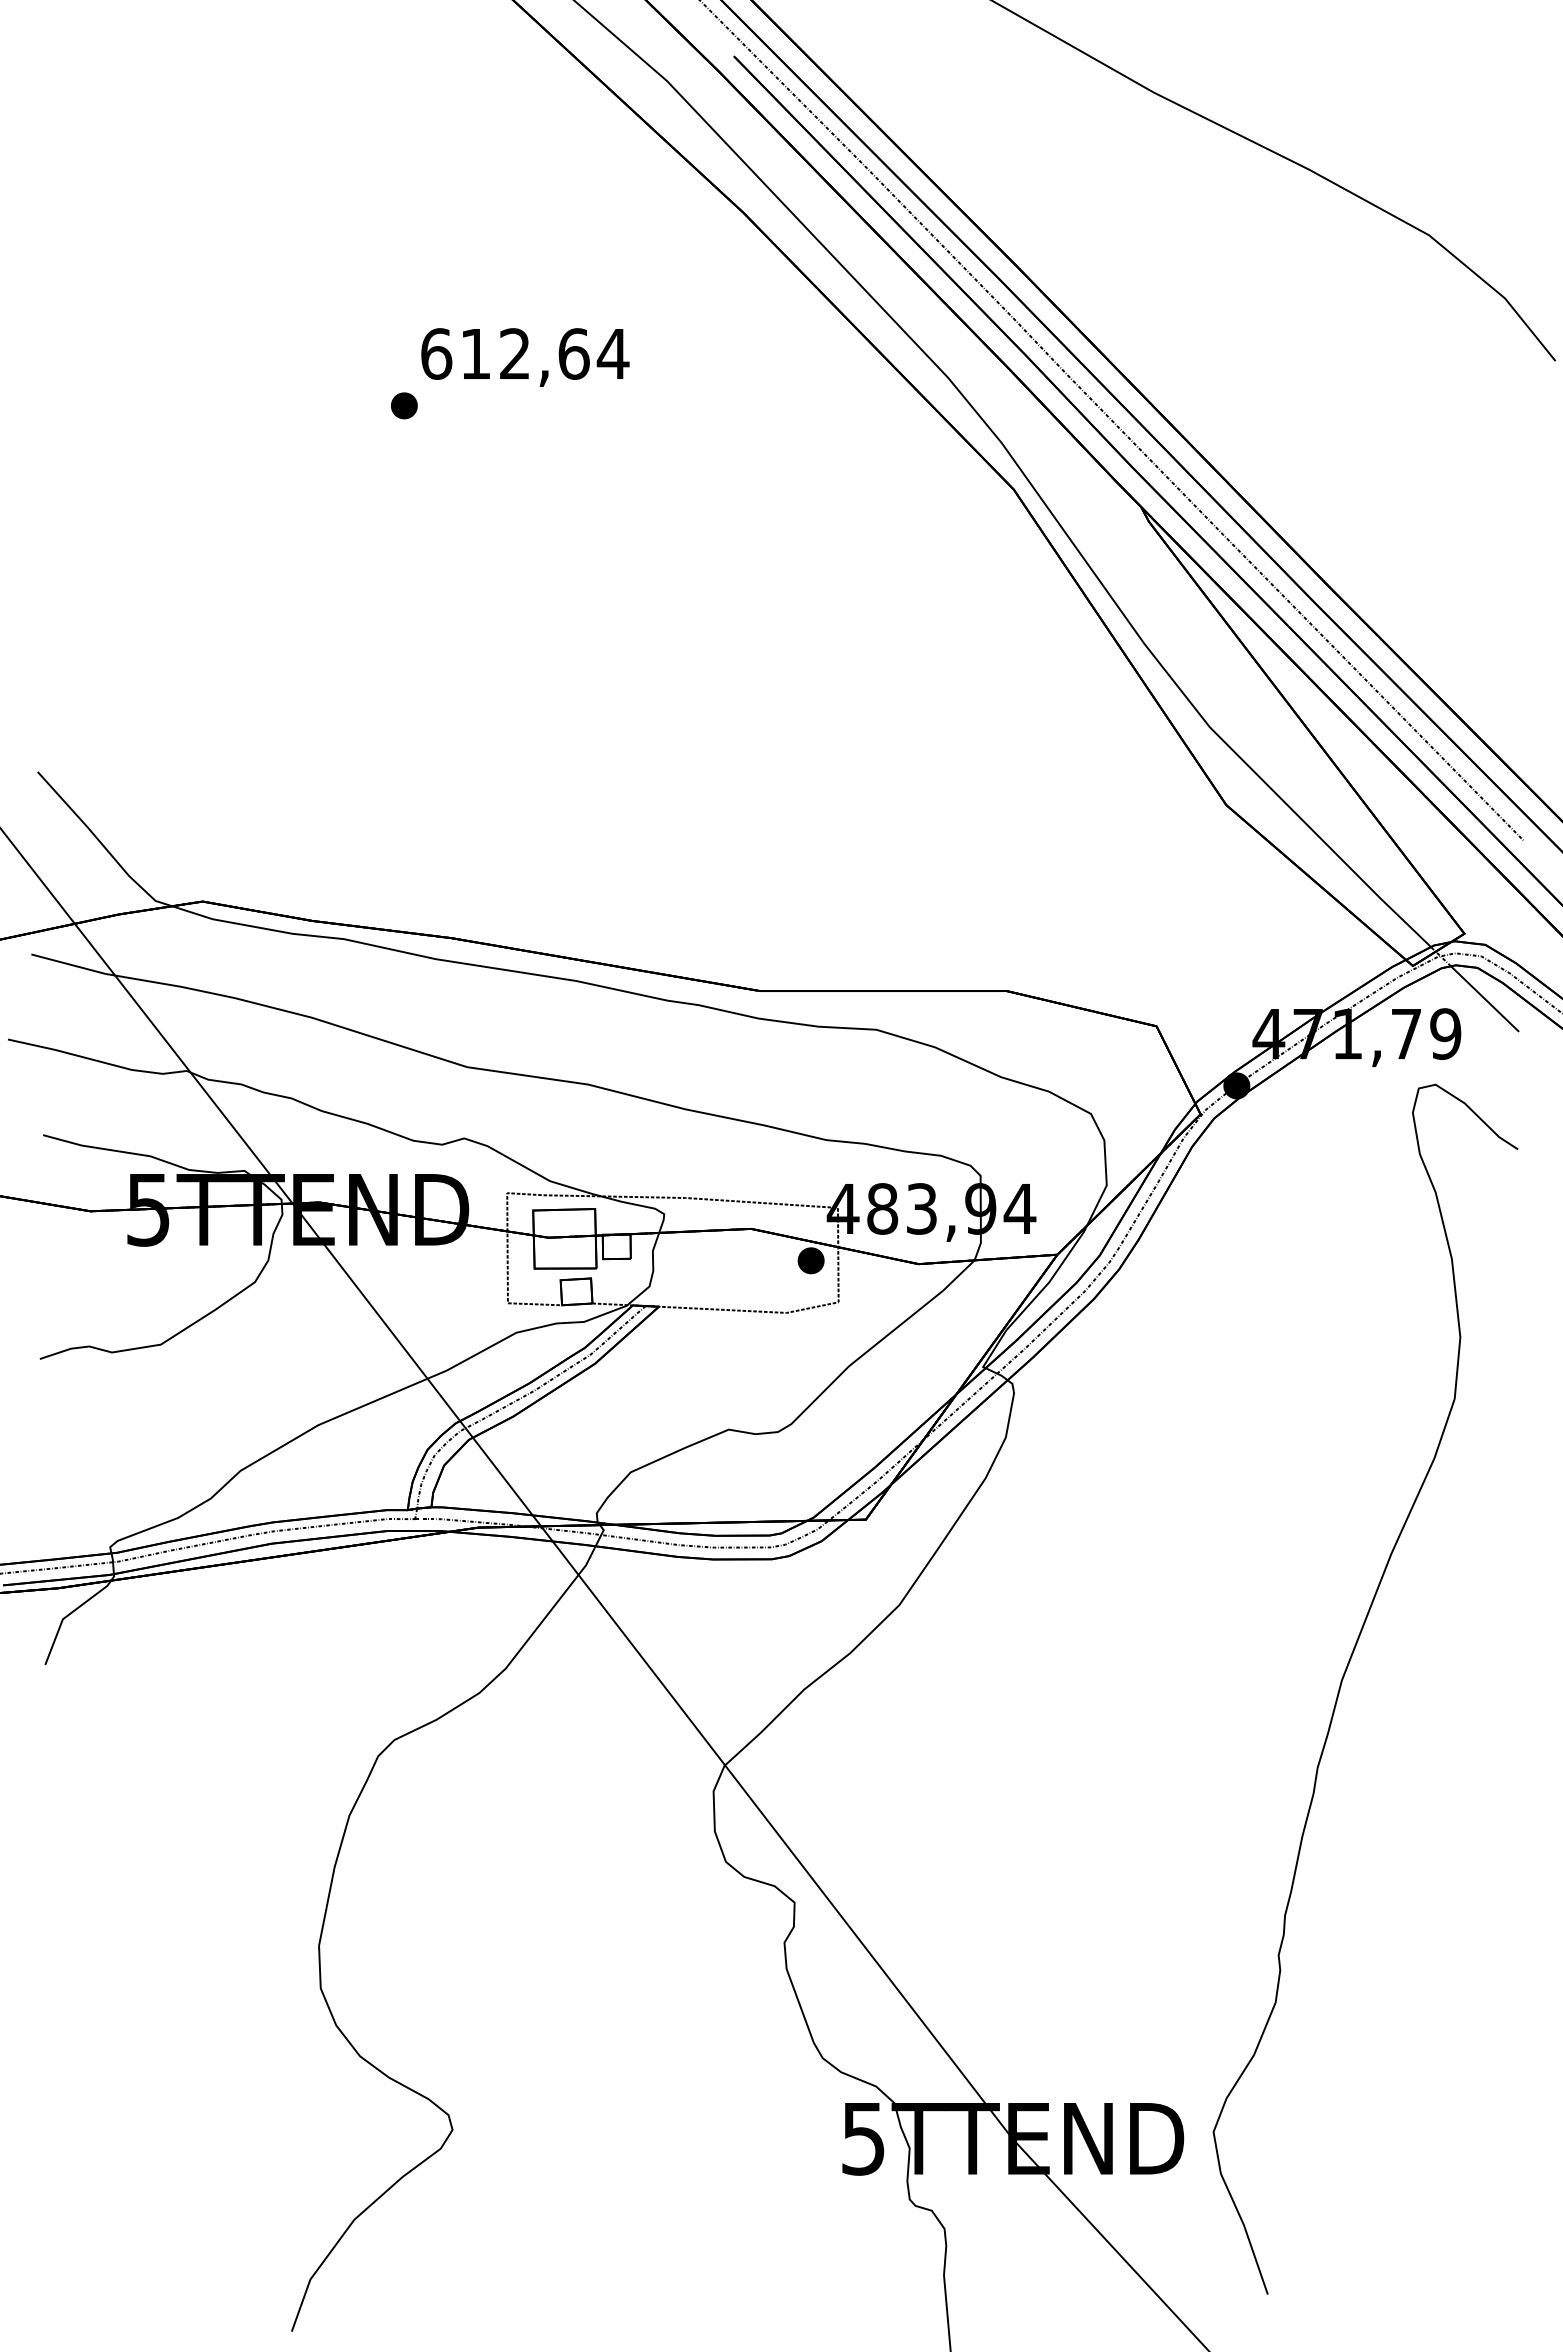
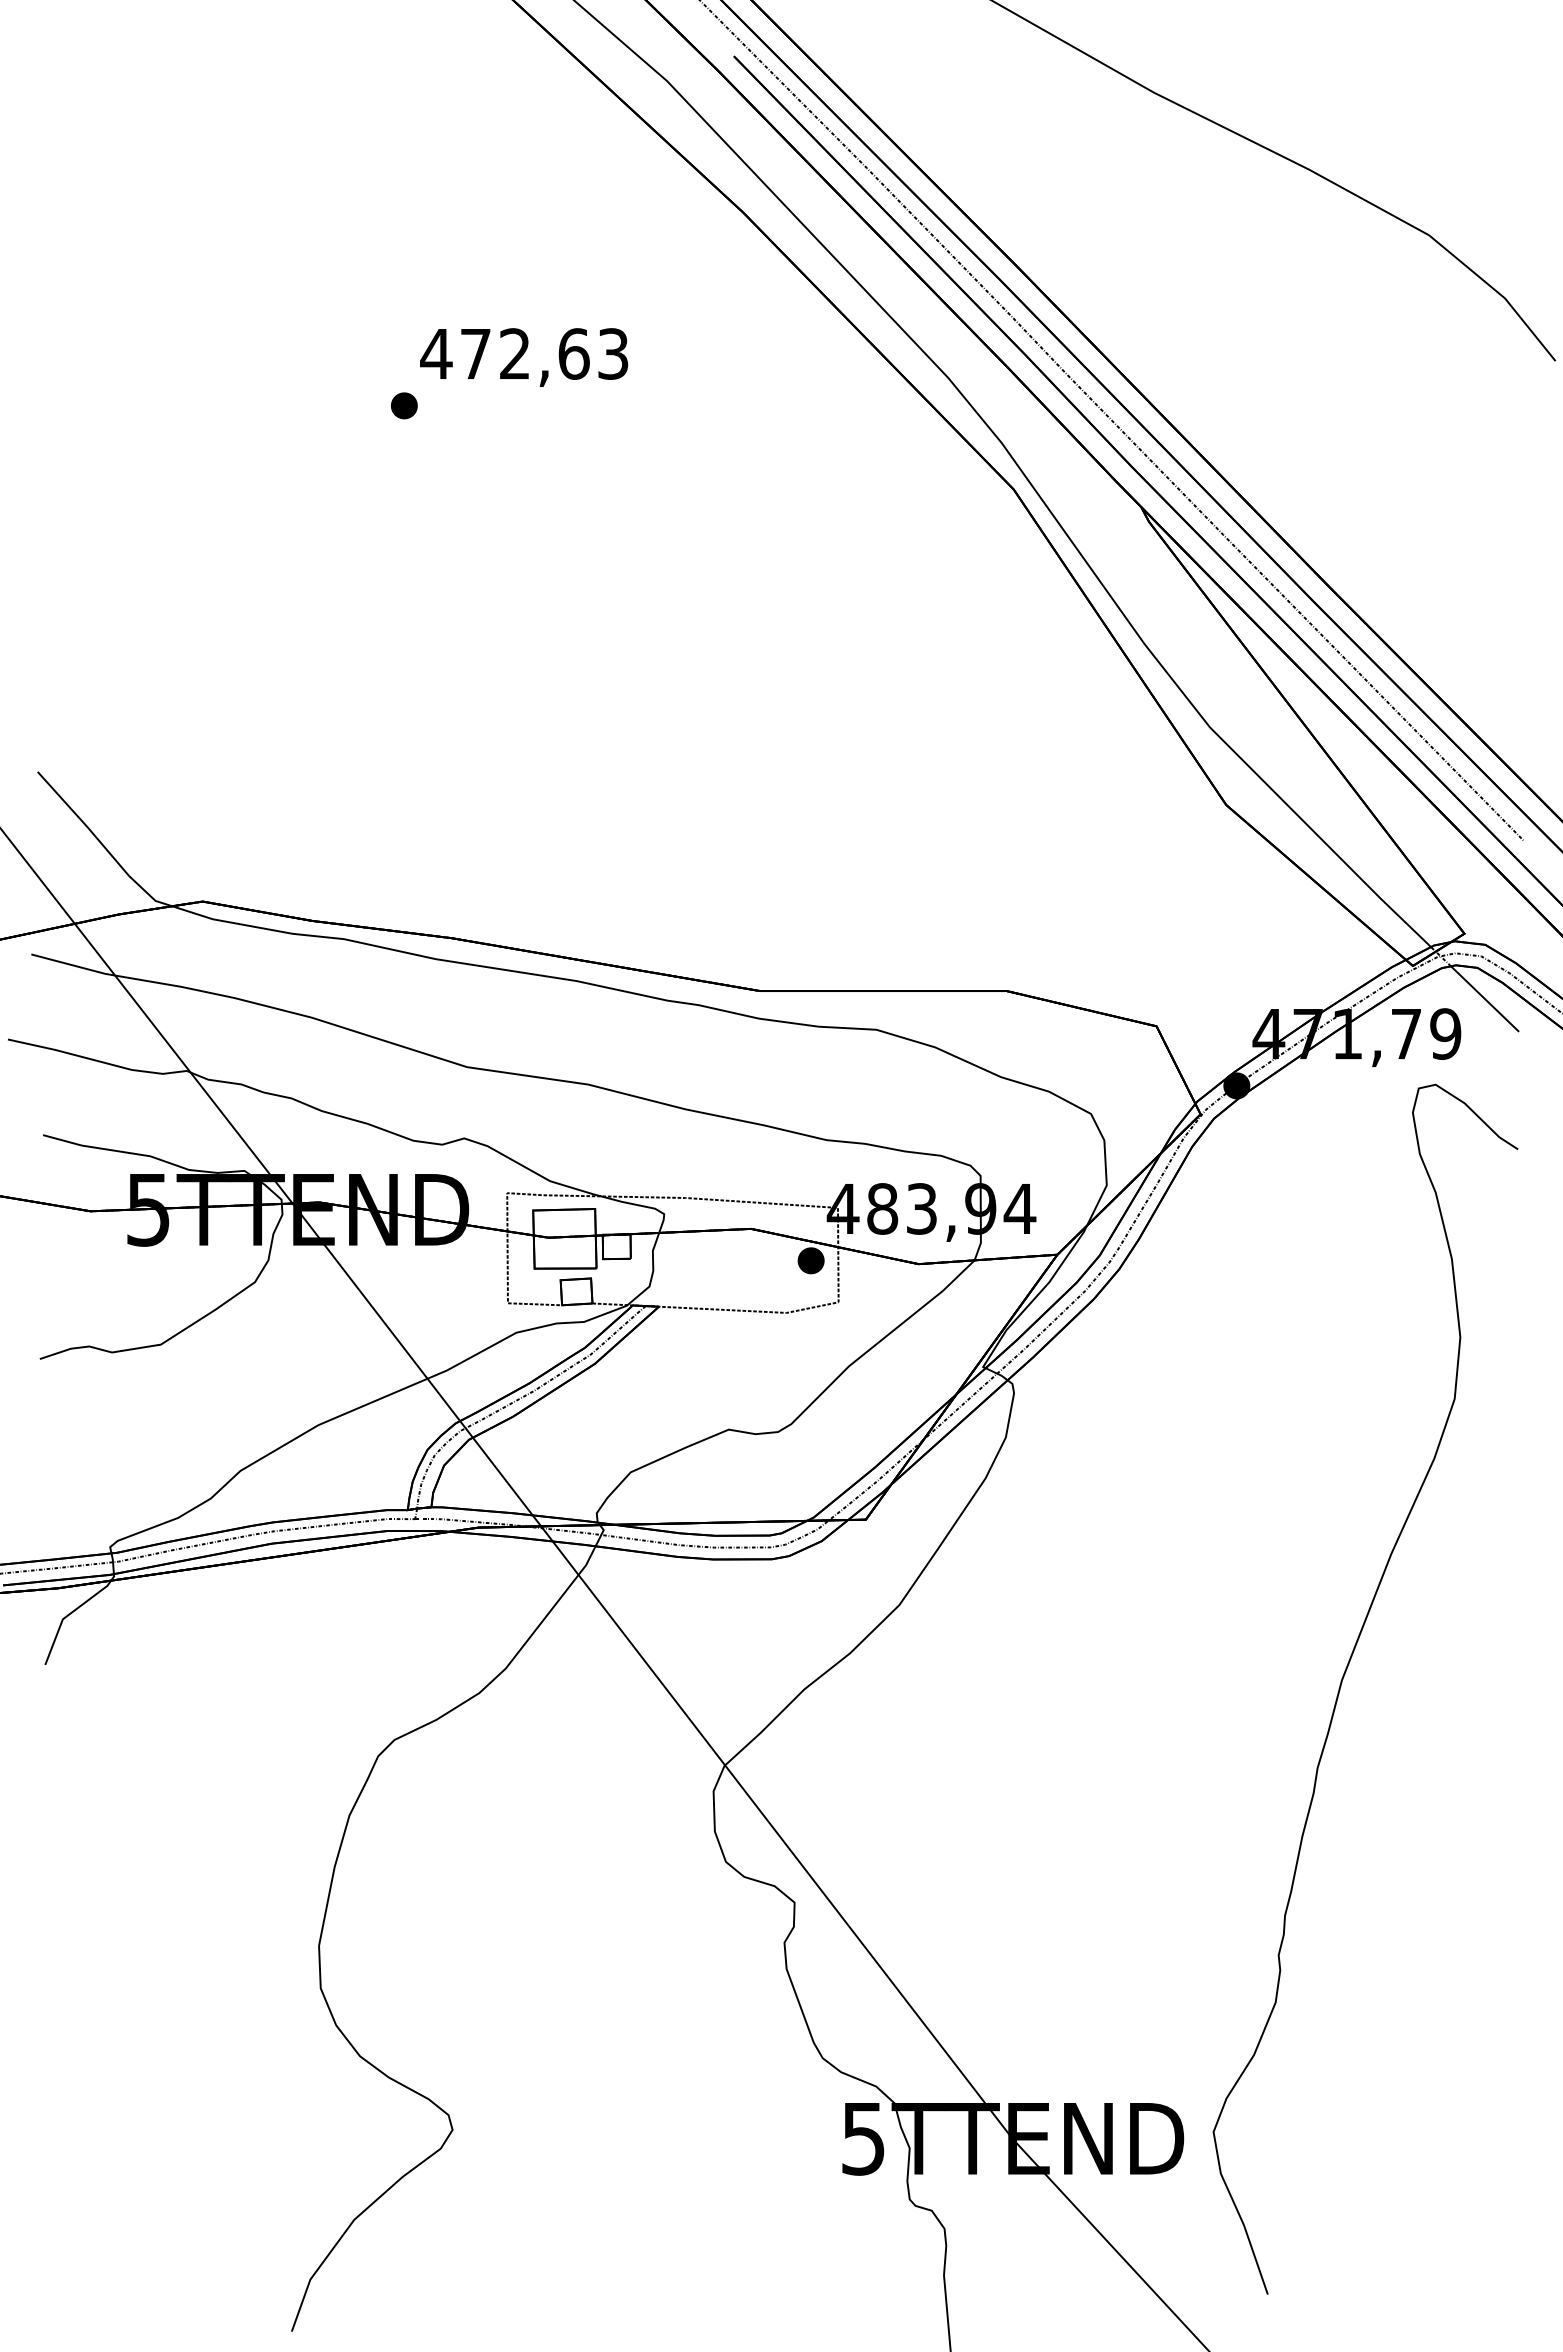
text at (524, 353): 612,64 -> 472,63
